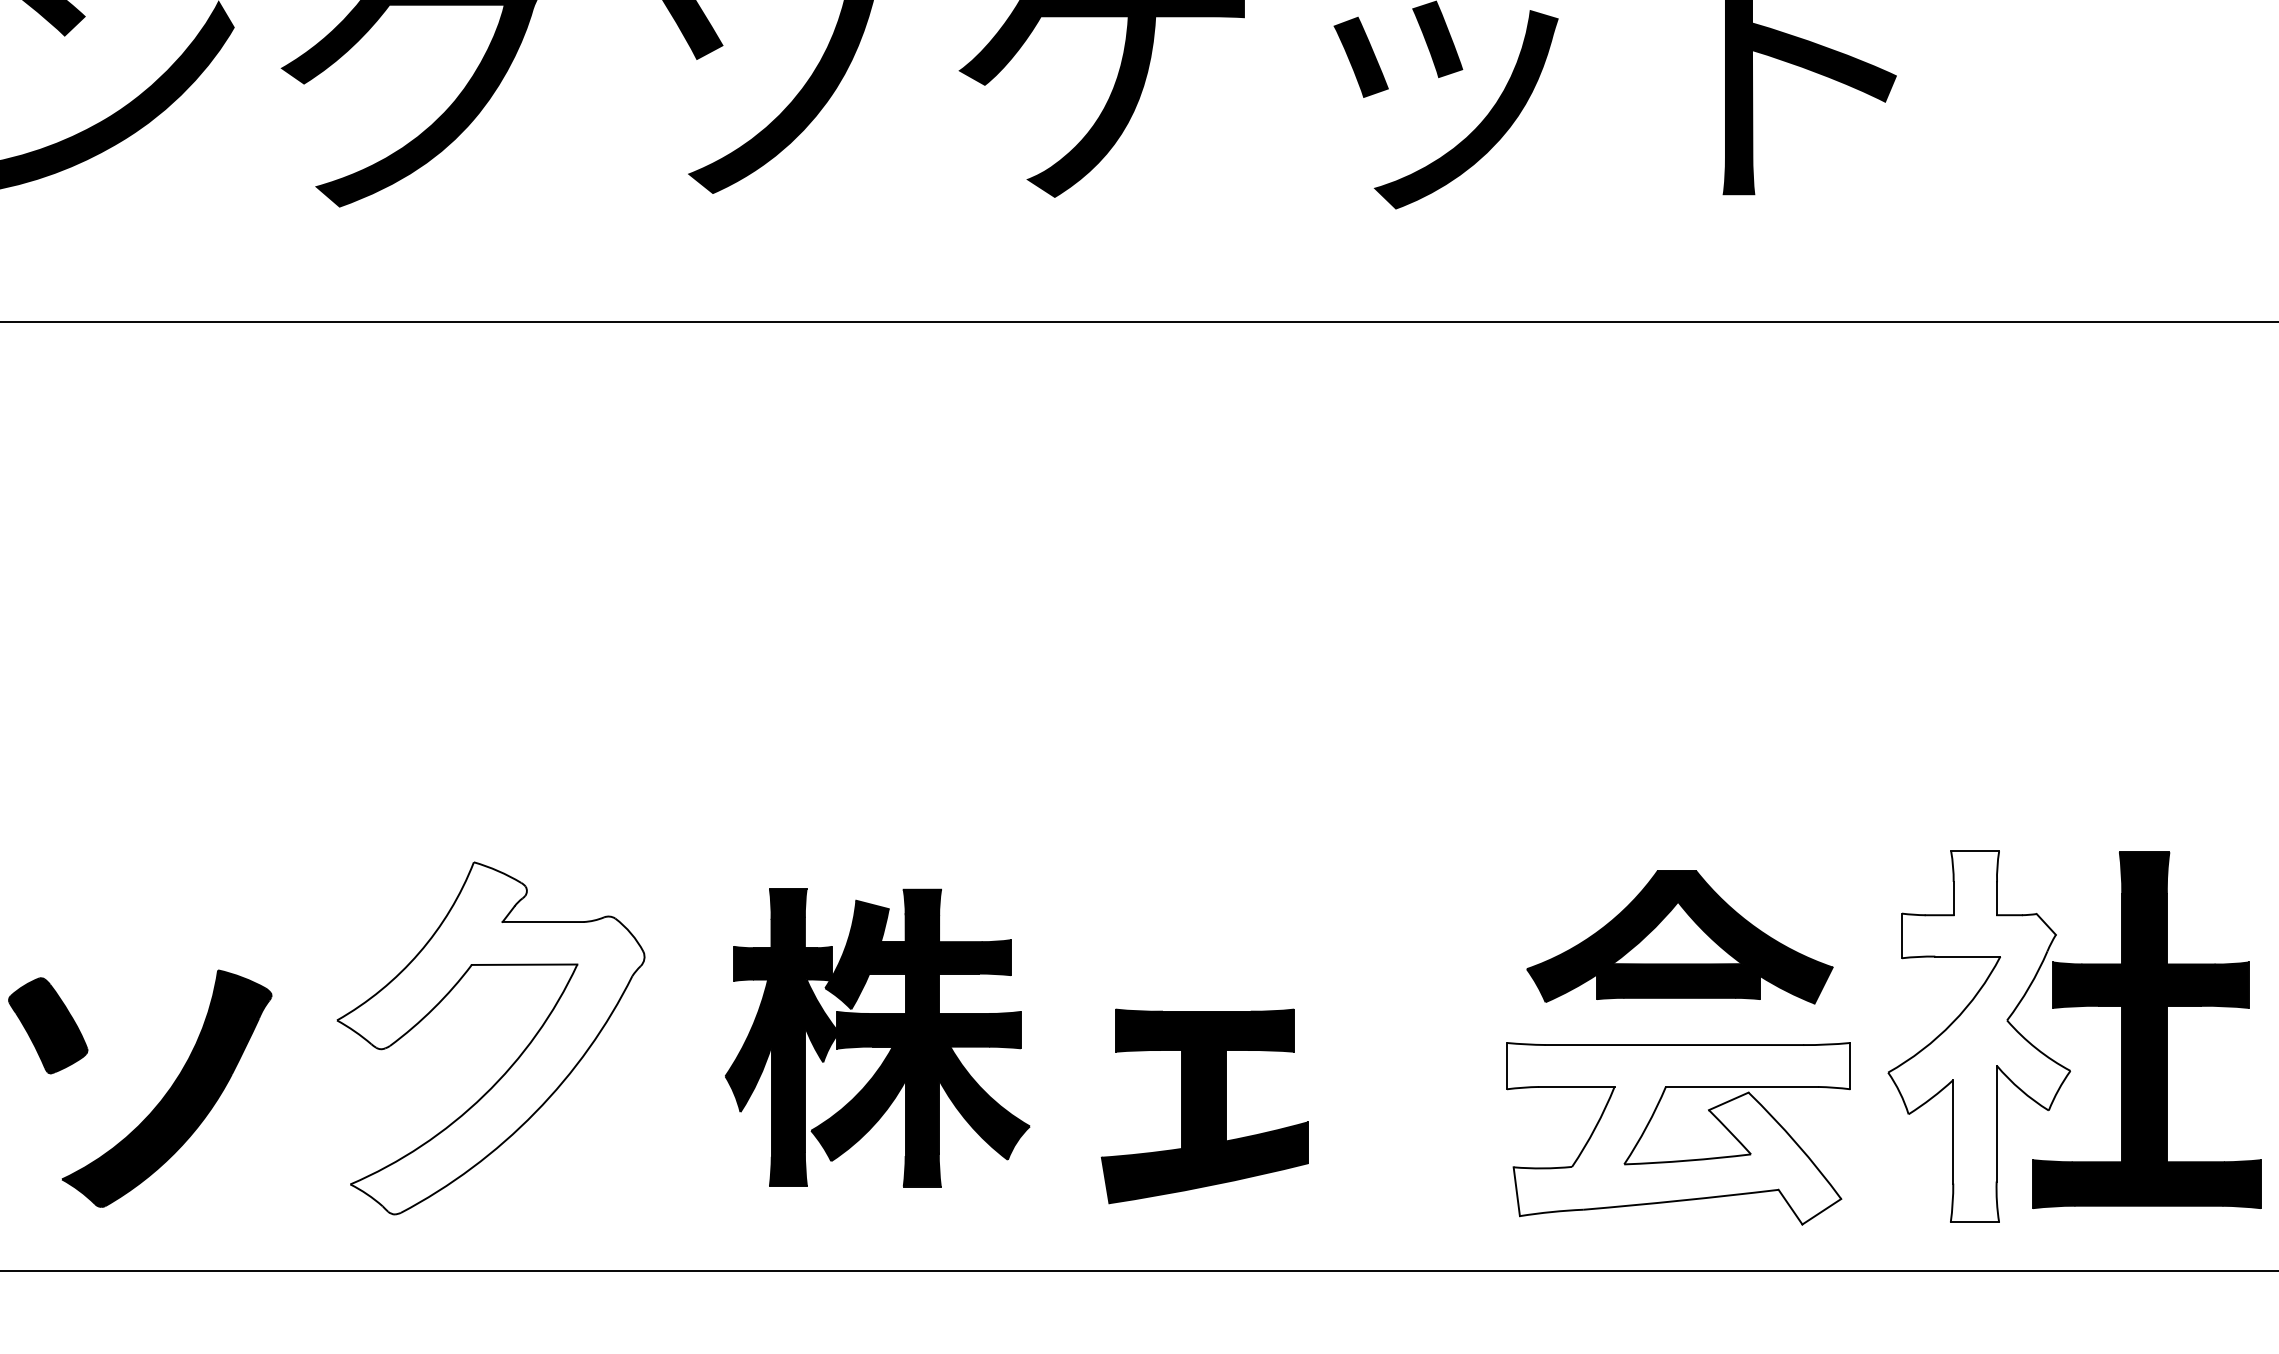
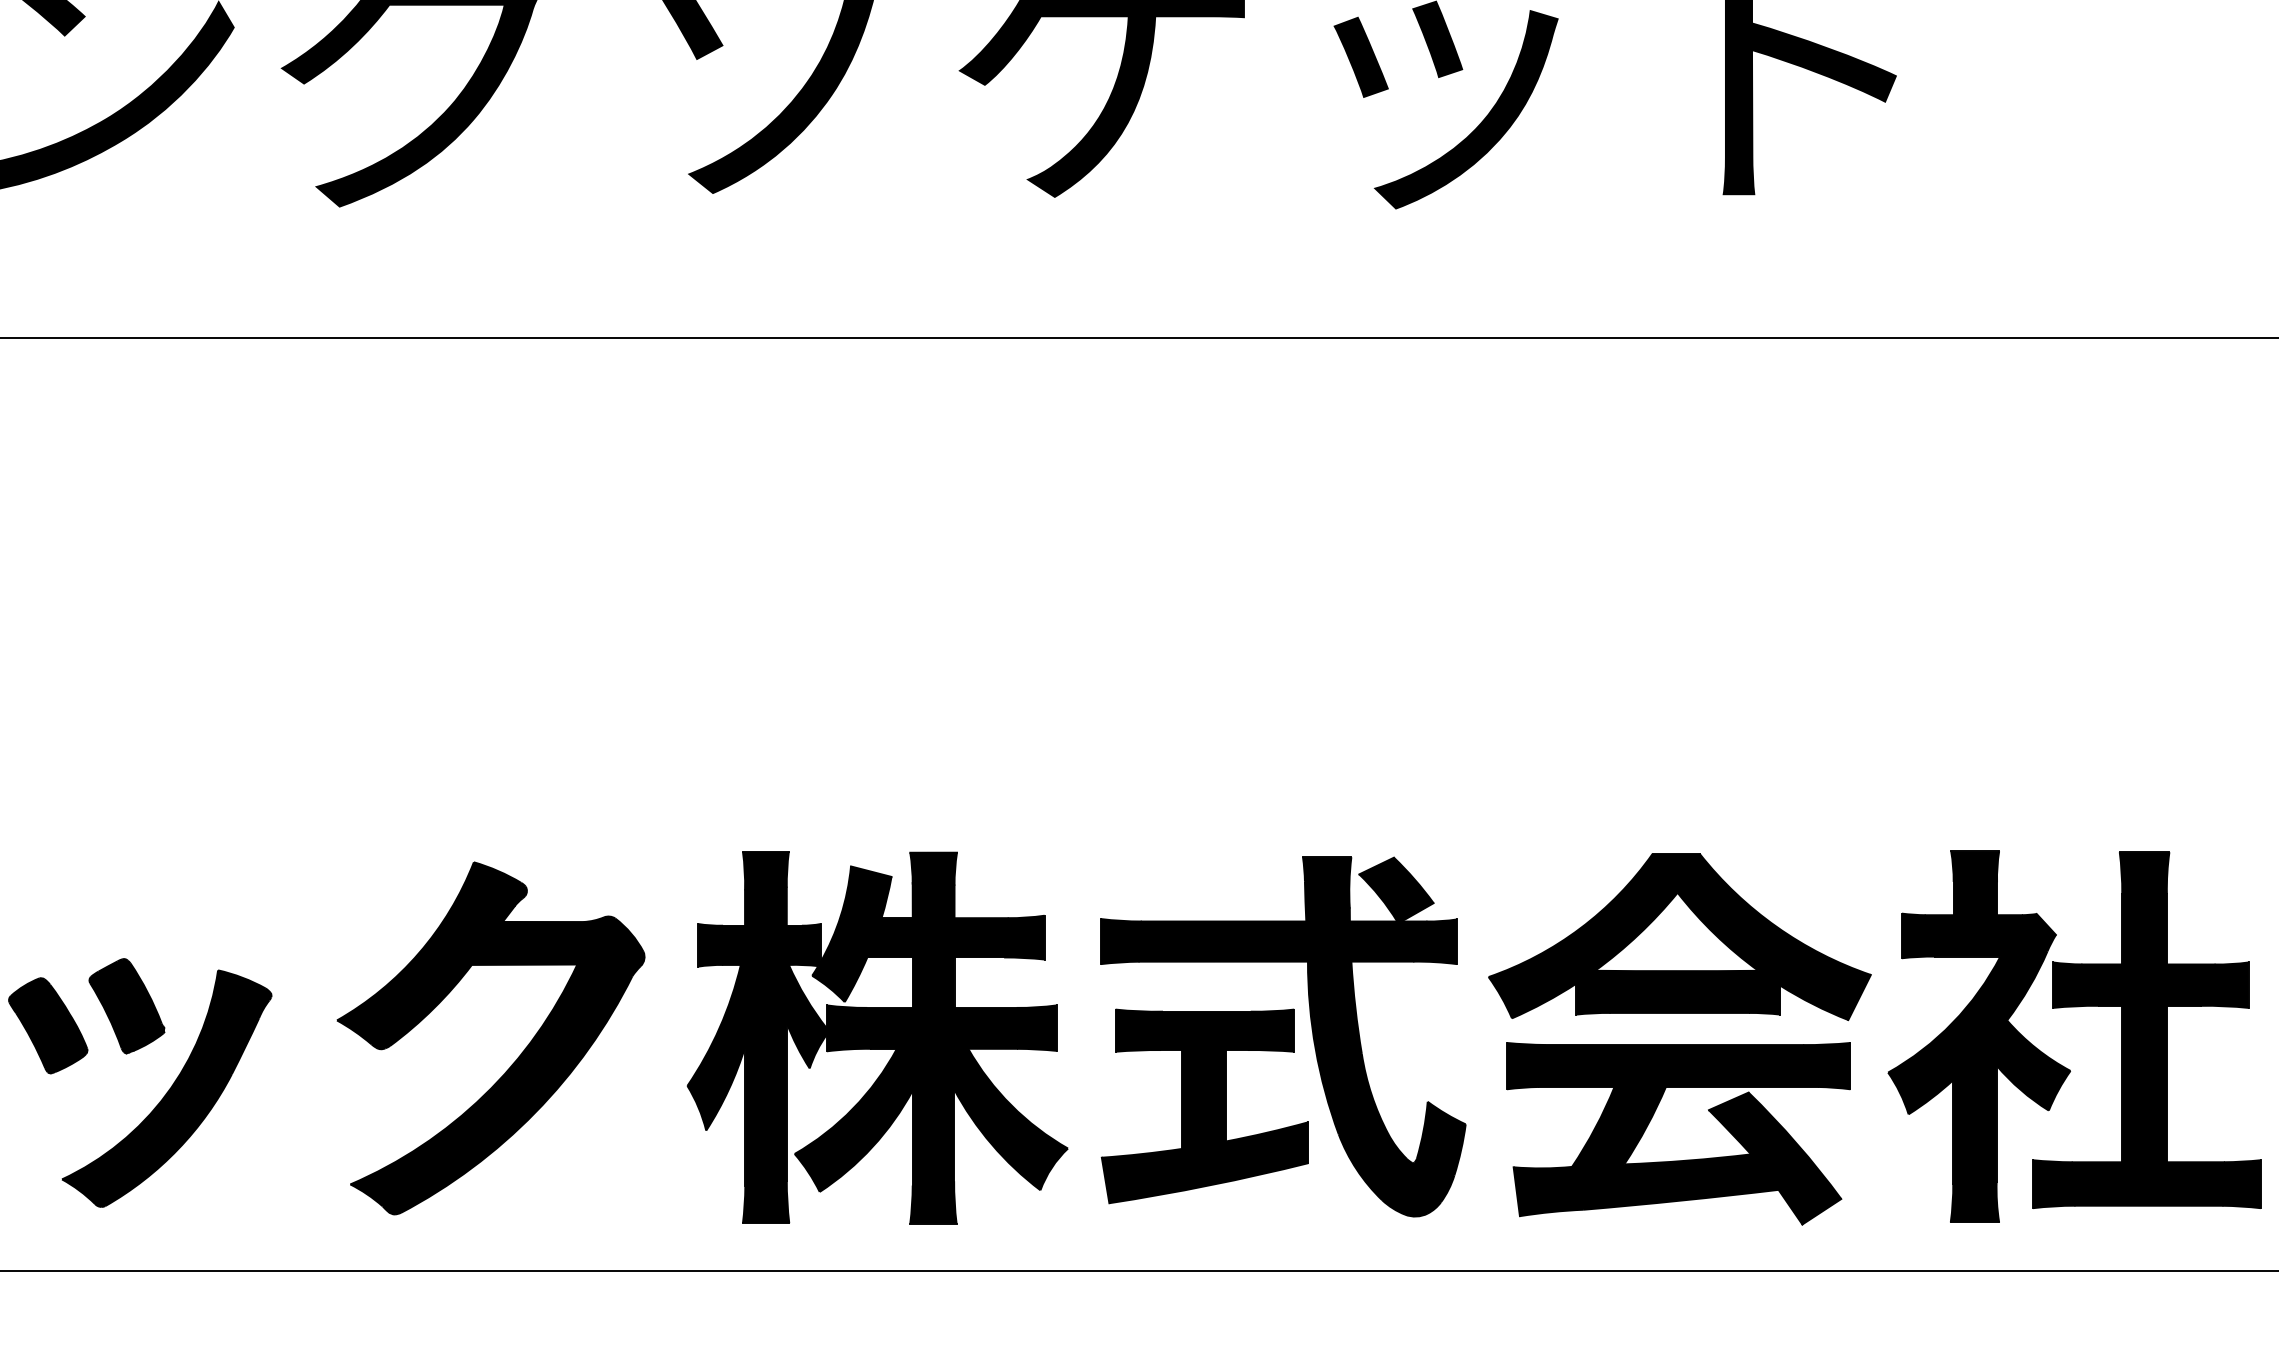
line at (1138, 322) position: (1138, 322) -> (1138, 338)
part at (1679, 937) size: 308x135 px -> 384x169 px
part at (126, 1006): none -> present
part at (1311, 1030): none -> present
fill at (1979, 1036): none -> present
part at (877, 1037) size: 306x300 px -> 383x374 px
fill at (490, 1038): none -> present
fill at (1678, 1133): none -> present
